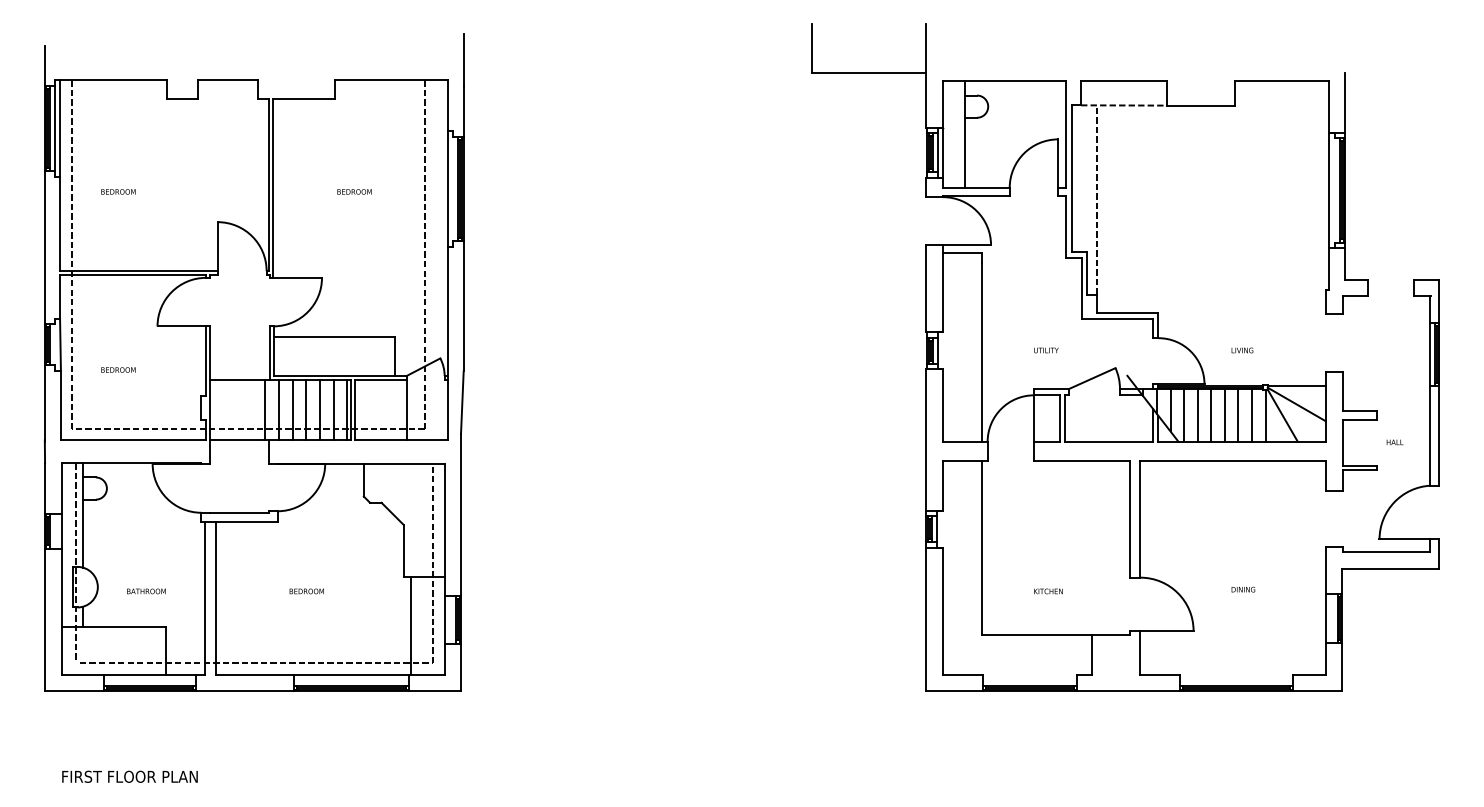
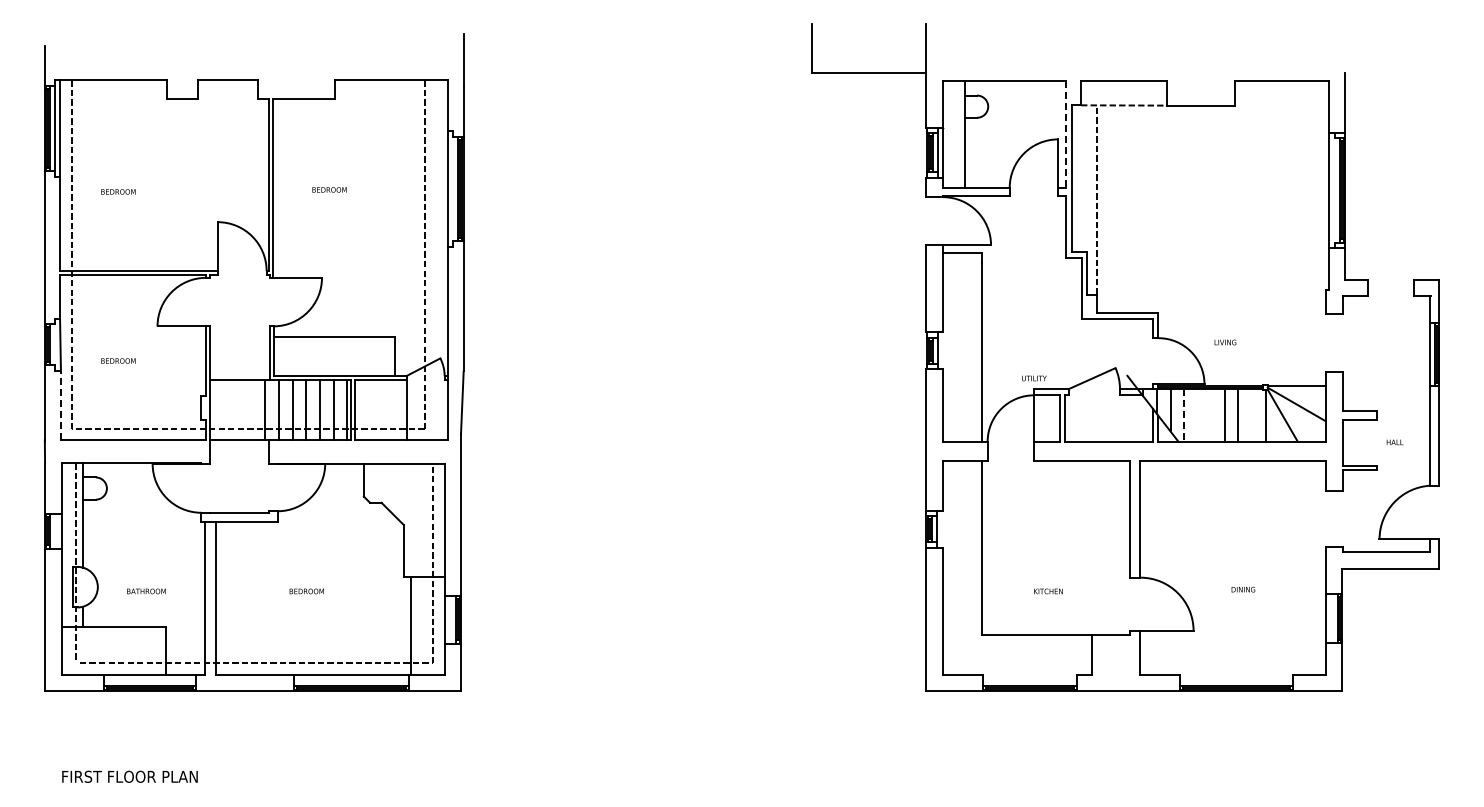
line at (1065, 135): solid -> dashed
text at (354, 191) position: (354, 191) -> (329, 189)
text at (1046, 350) position: (1046, 350) -> (1034, 378)
text at (1242, 350) position: (1242, 350) -> (1225, 342)
text at (118, 369) position: (118, 369) -> (118, 360)
line at (60, 405): solid -> dashed
line at (1184, 415): solid -> dashed
line at (1197, 415): present -> none
line at (1211, 415): present -> none
line at (1251, 415): present -> none
